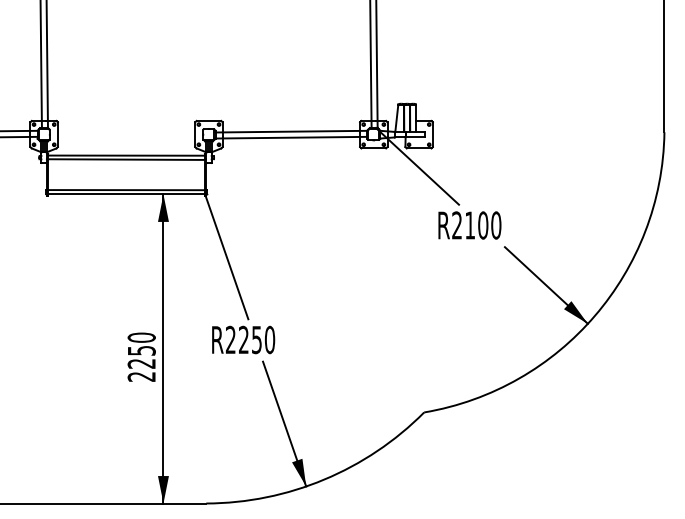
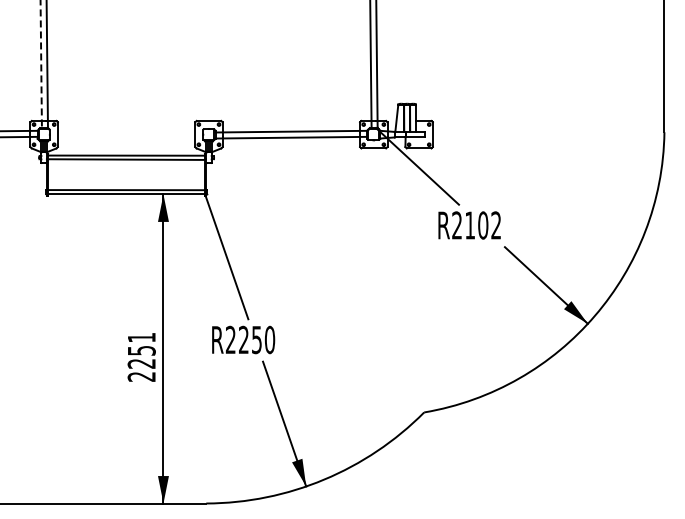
line at (41, 64): solid -> dashed
text at (496, 225): R2100 -> R2102
text at (141, 337): 2250 -> 2251
